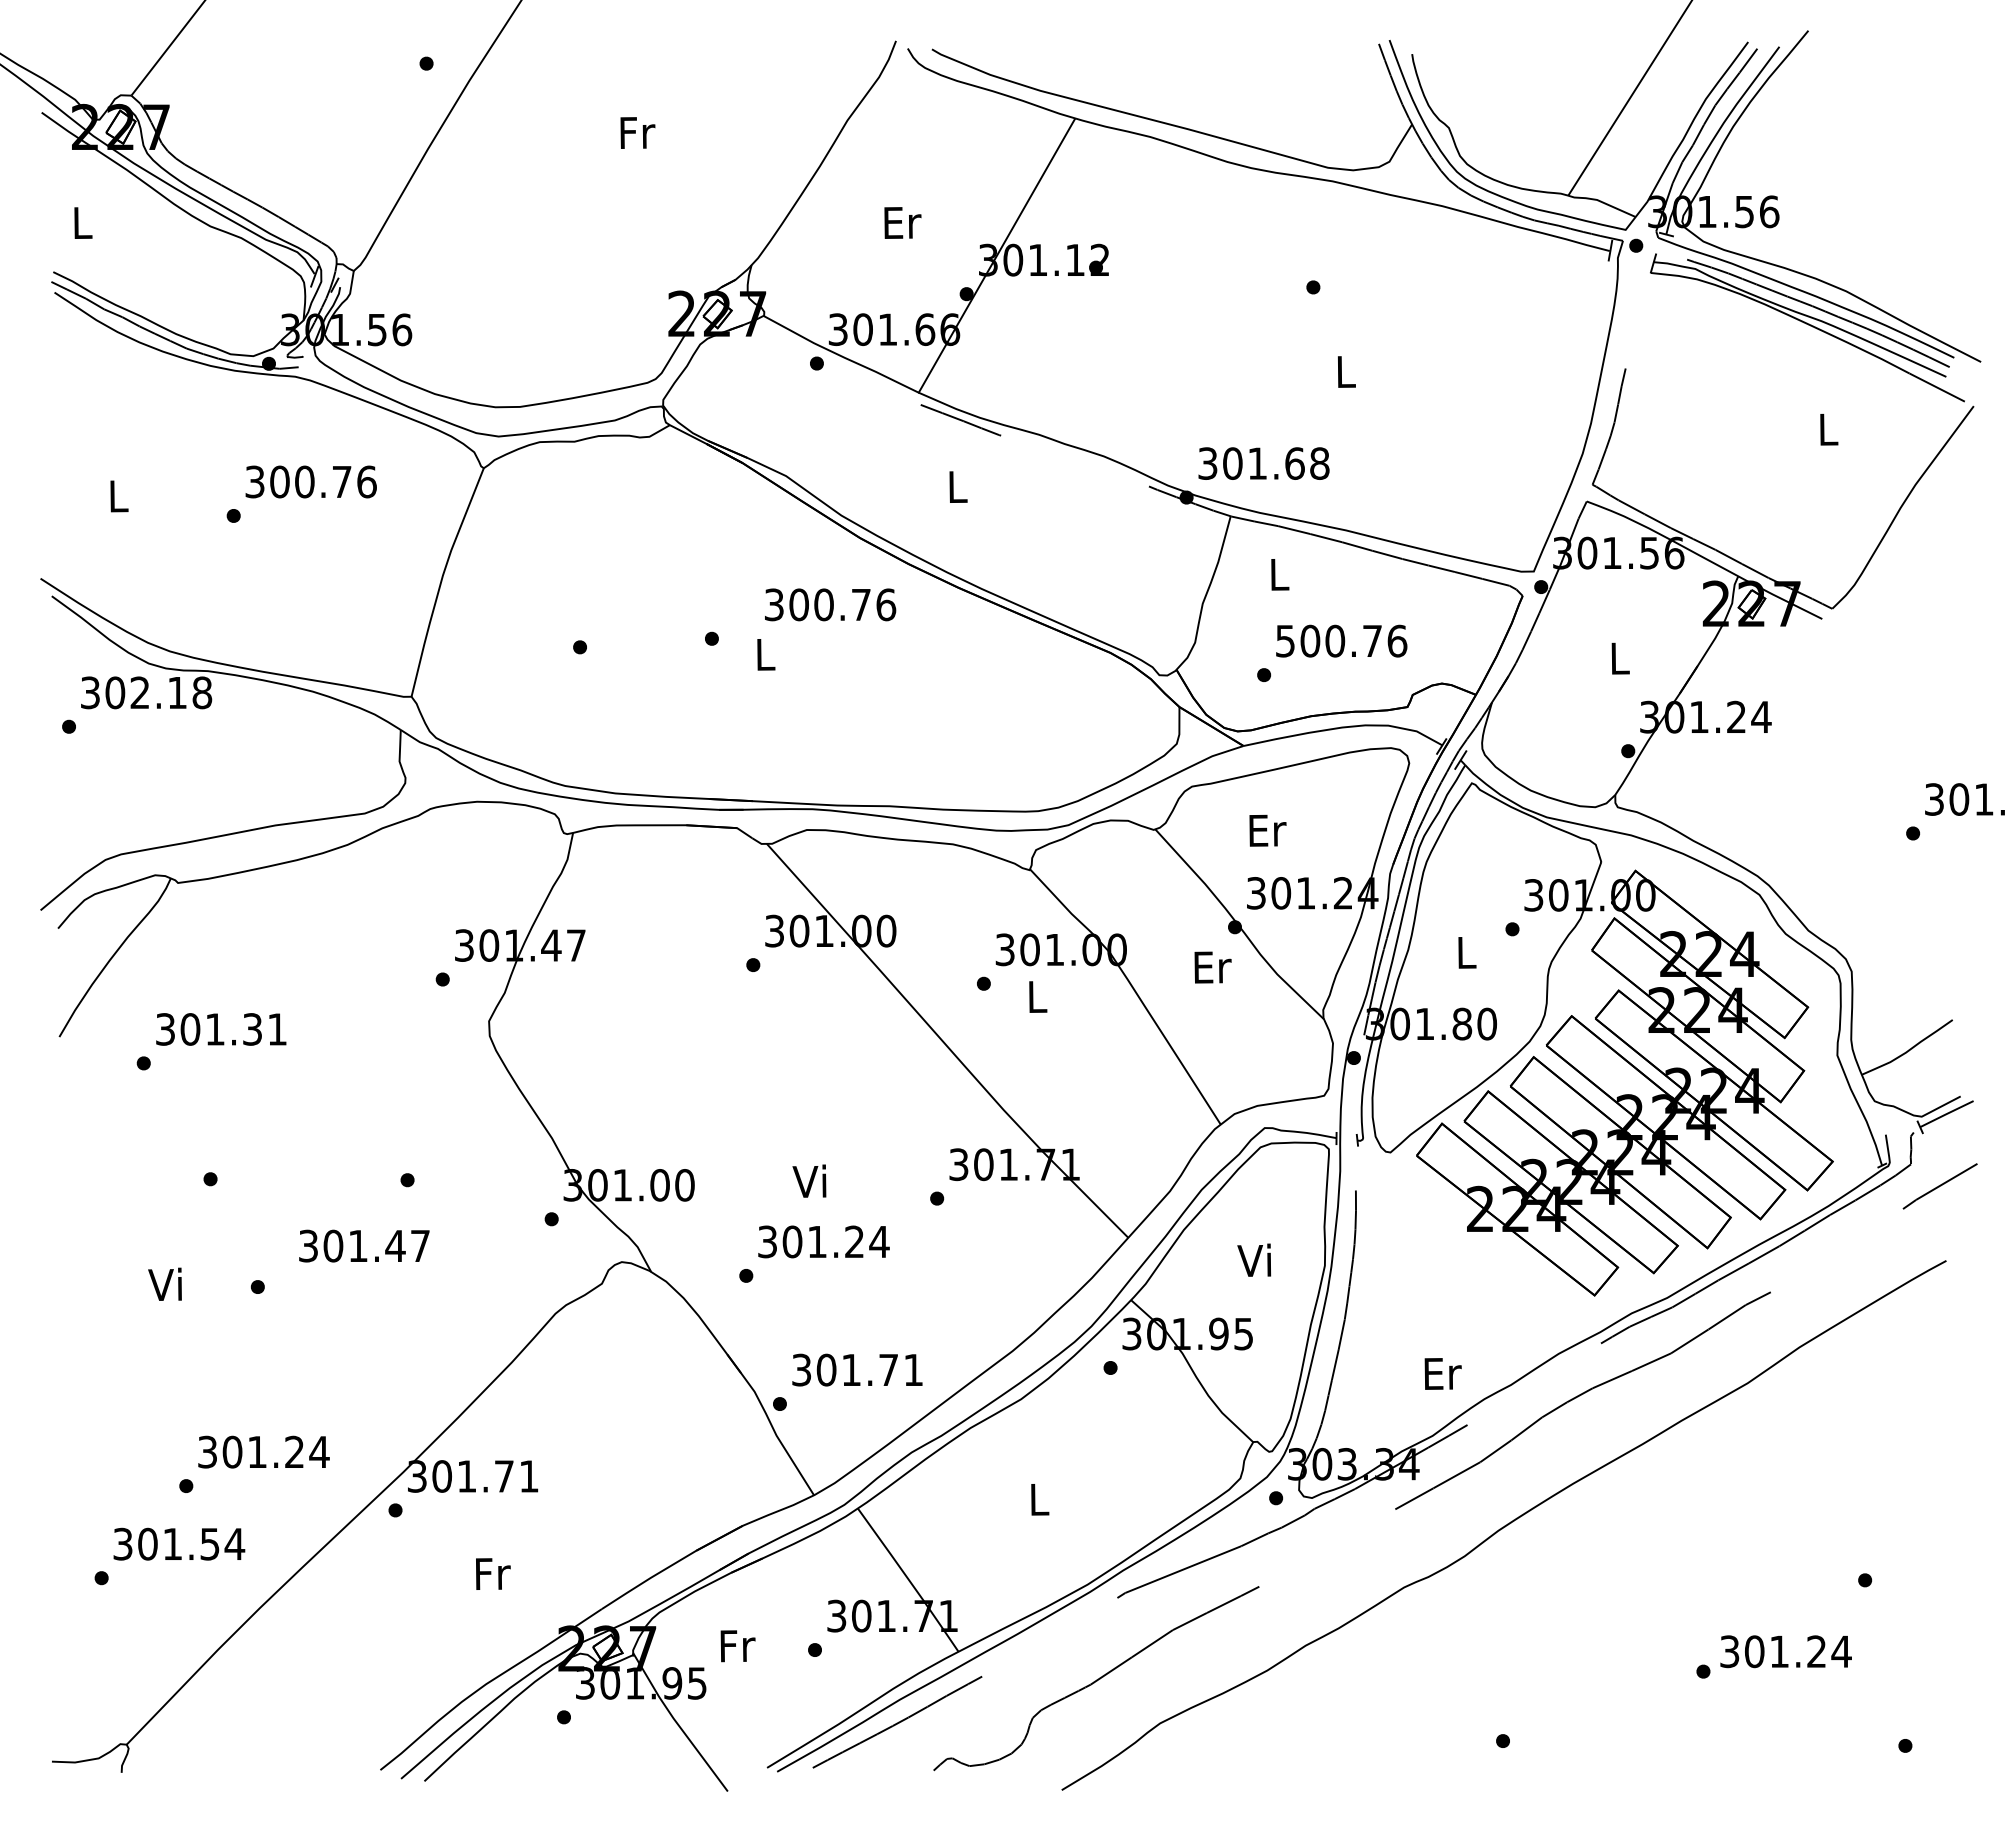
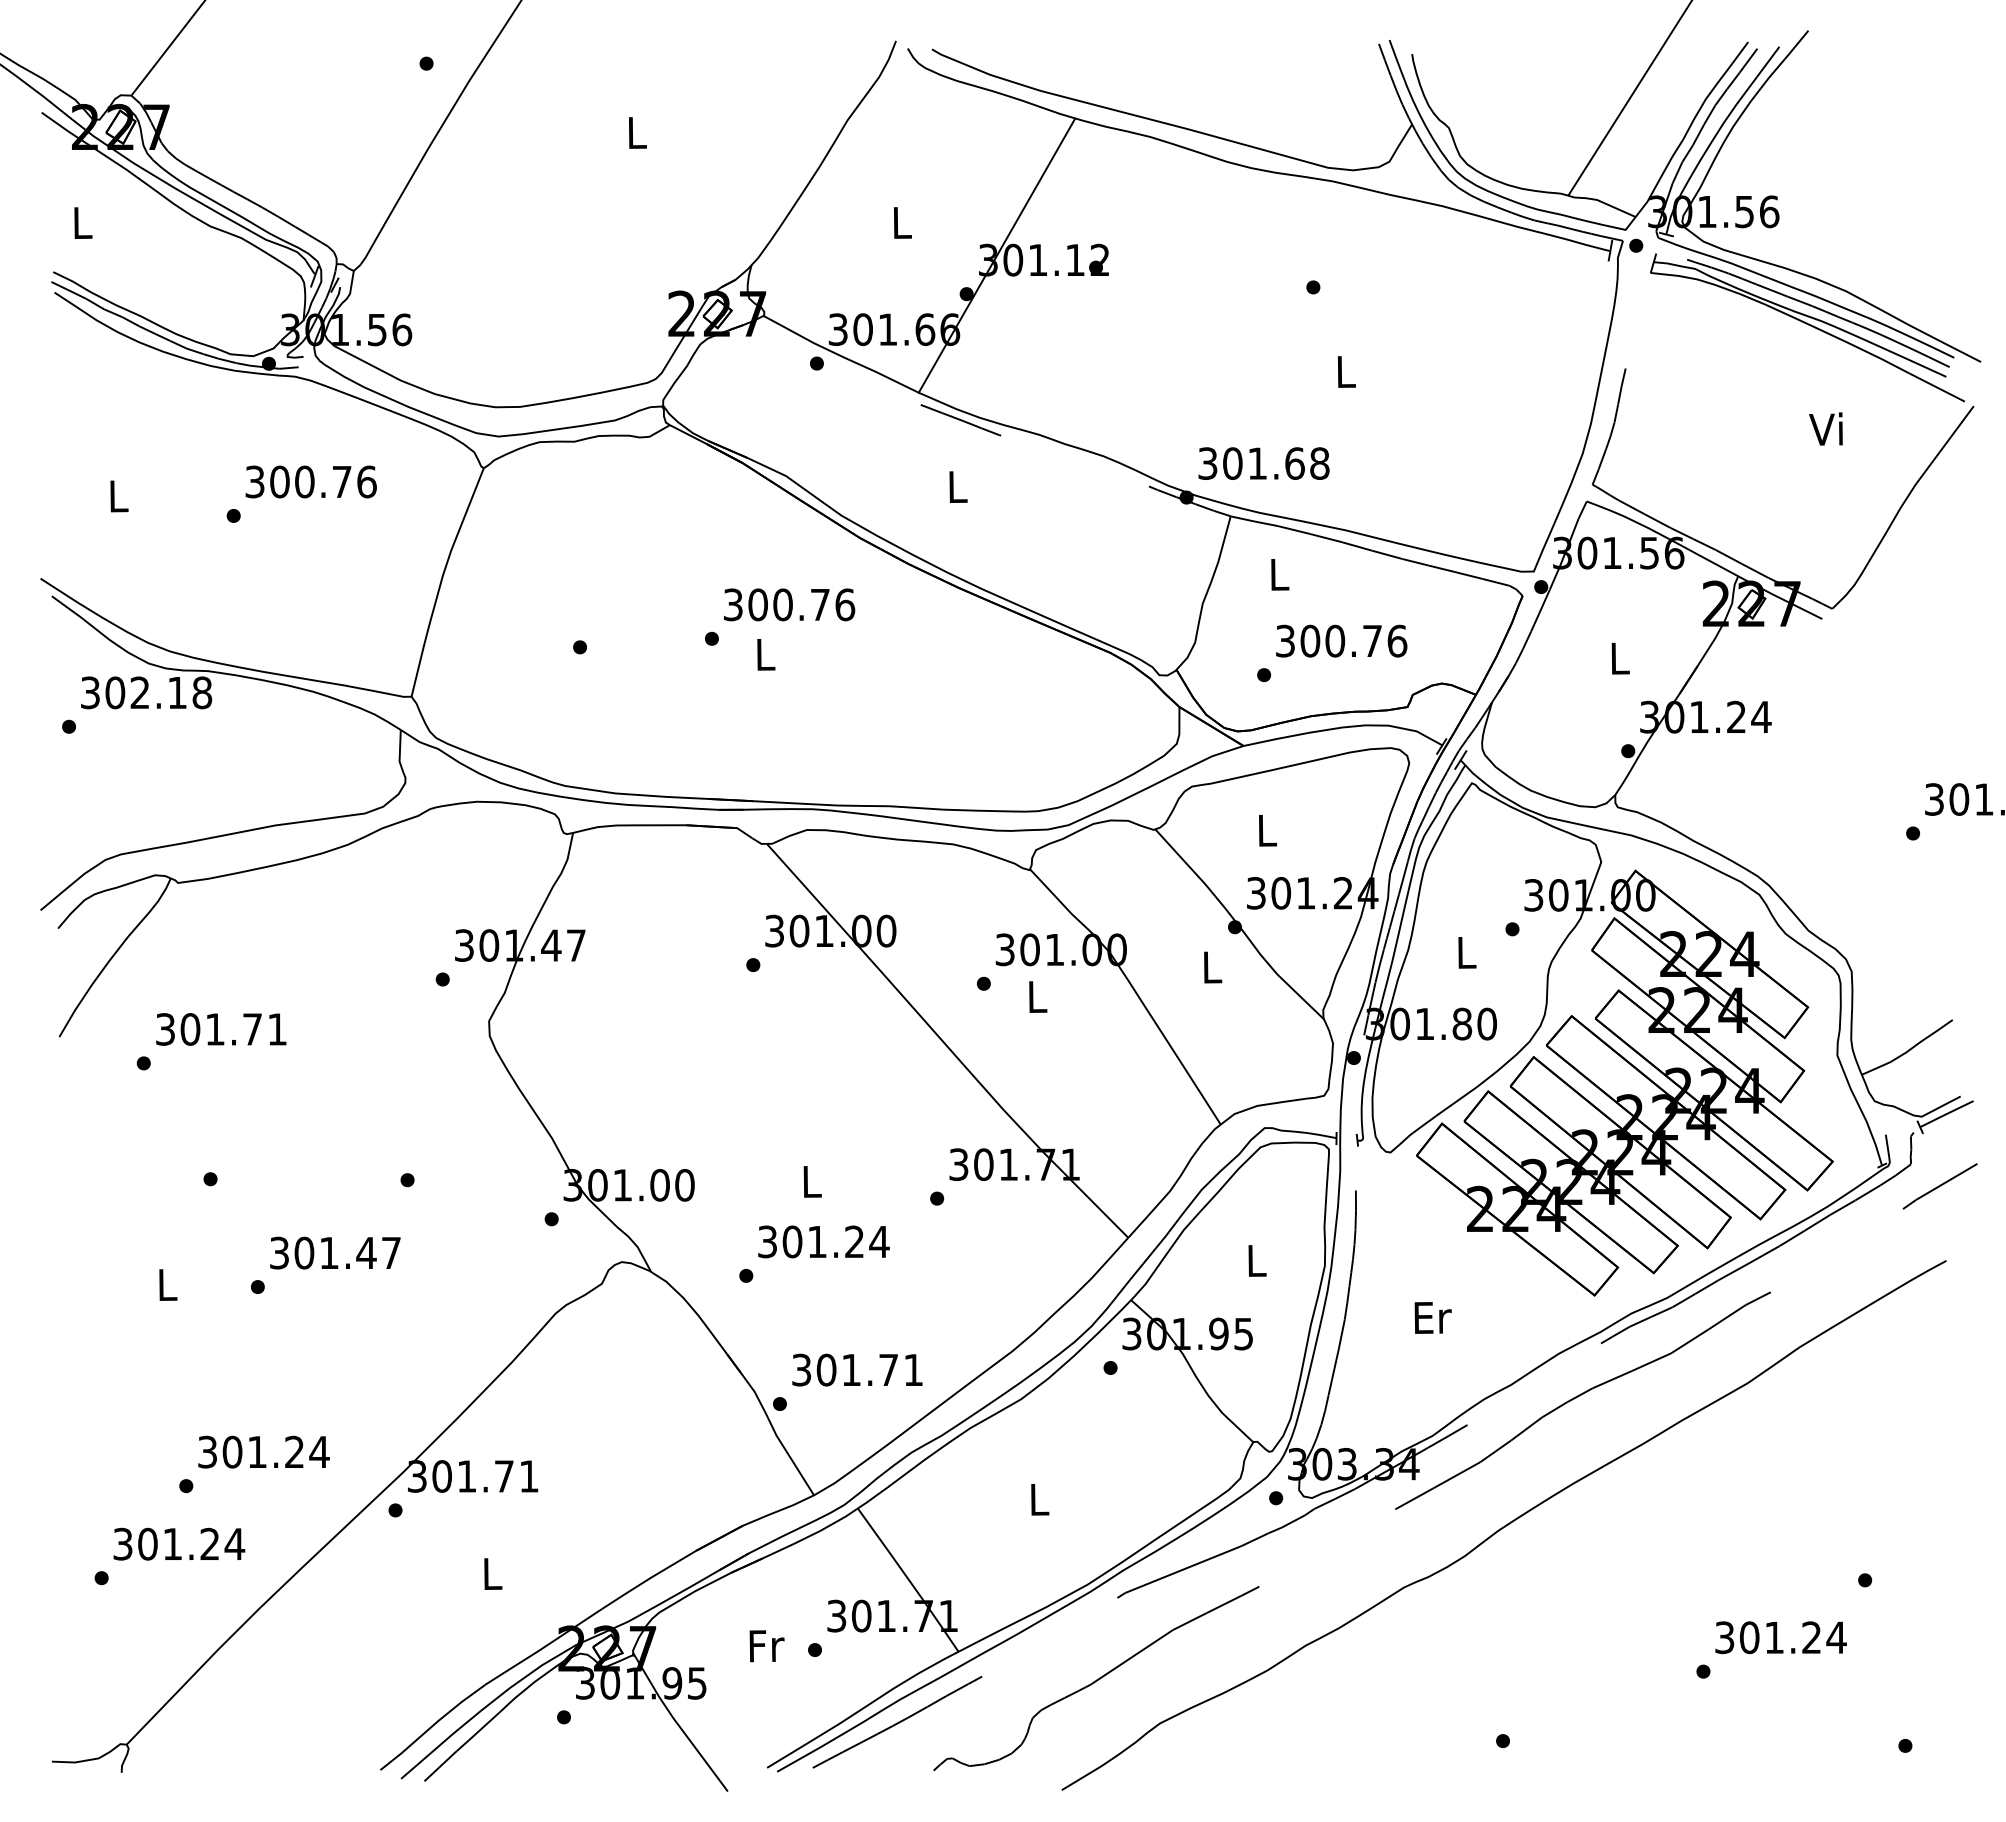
text at (637, 132): Fr -> L
text at (902, 222): Er -> L
text at (1825, 428): L -> Vi
text at (830, 604) position: (830, 604) -> (789, 604)
text at (1285, 640): 500.76 -> 300.76
text at (1267, 830): Er -> L
text at (1212, 967): Er -> L
text at (252, 1029): 301.31 -> 301.71
text at (809, 1180): Vi -> L
text at (364, 1245) position: (364, 1245) -> (335, 1252)
text at (1254, 1259): Vi -> L
text at (164, 1283): Vi -> L
text at (1442, 1373) position: (1442, 1373) -> (1432, 1317)
text at (209, 1543): 301.54 -> 301.24
text at (493, 1573): Fr -> L
text at (737, 1646) position: (737, 1646) -> (766, 1646)
text at (1785, 1651) position: (1785, 1651) -> (1780, 1637)
